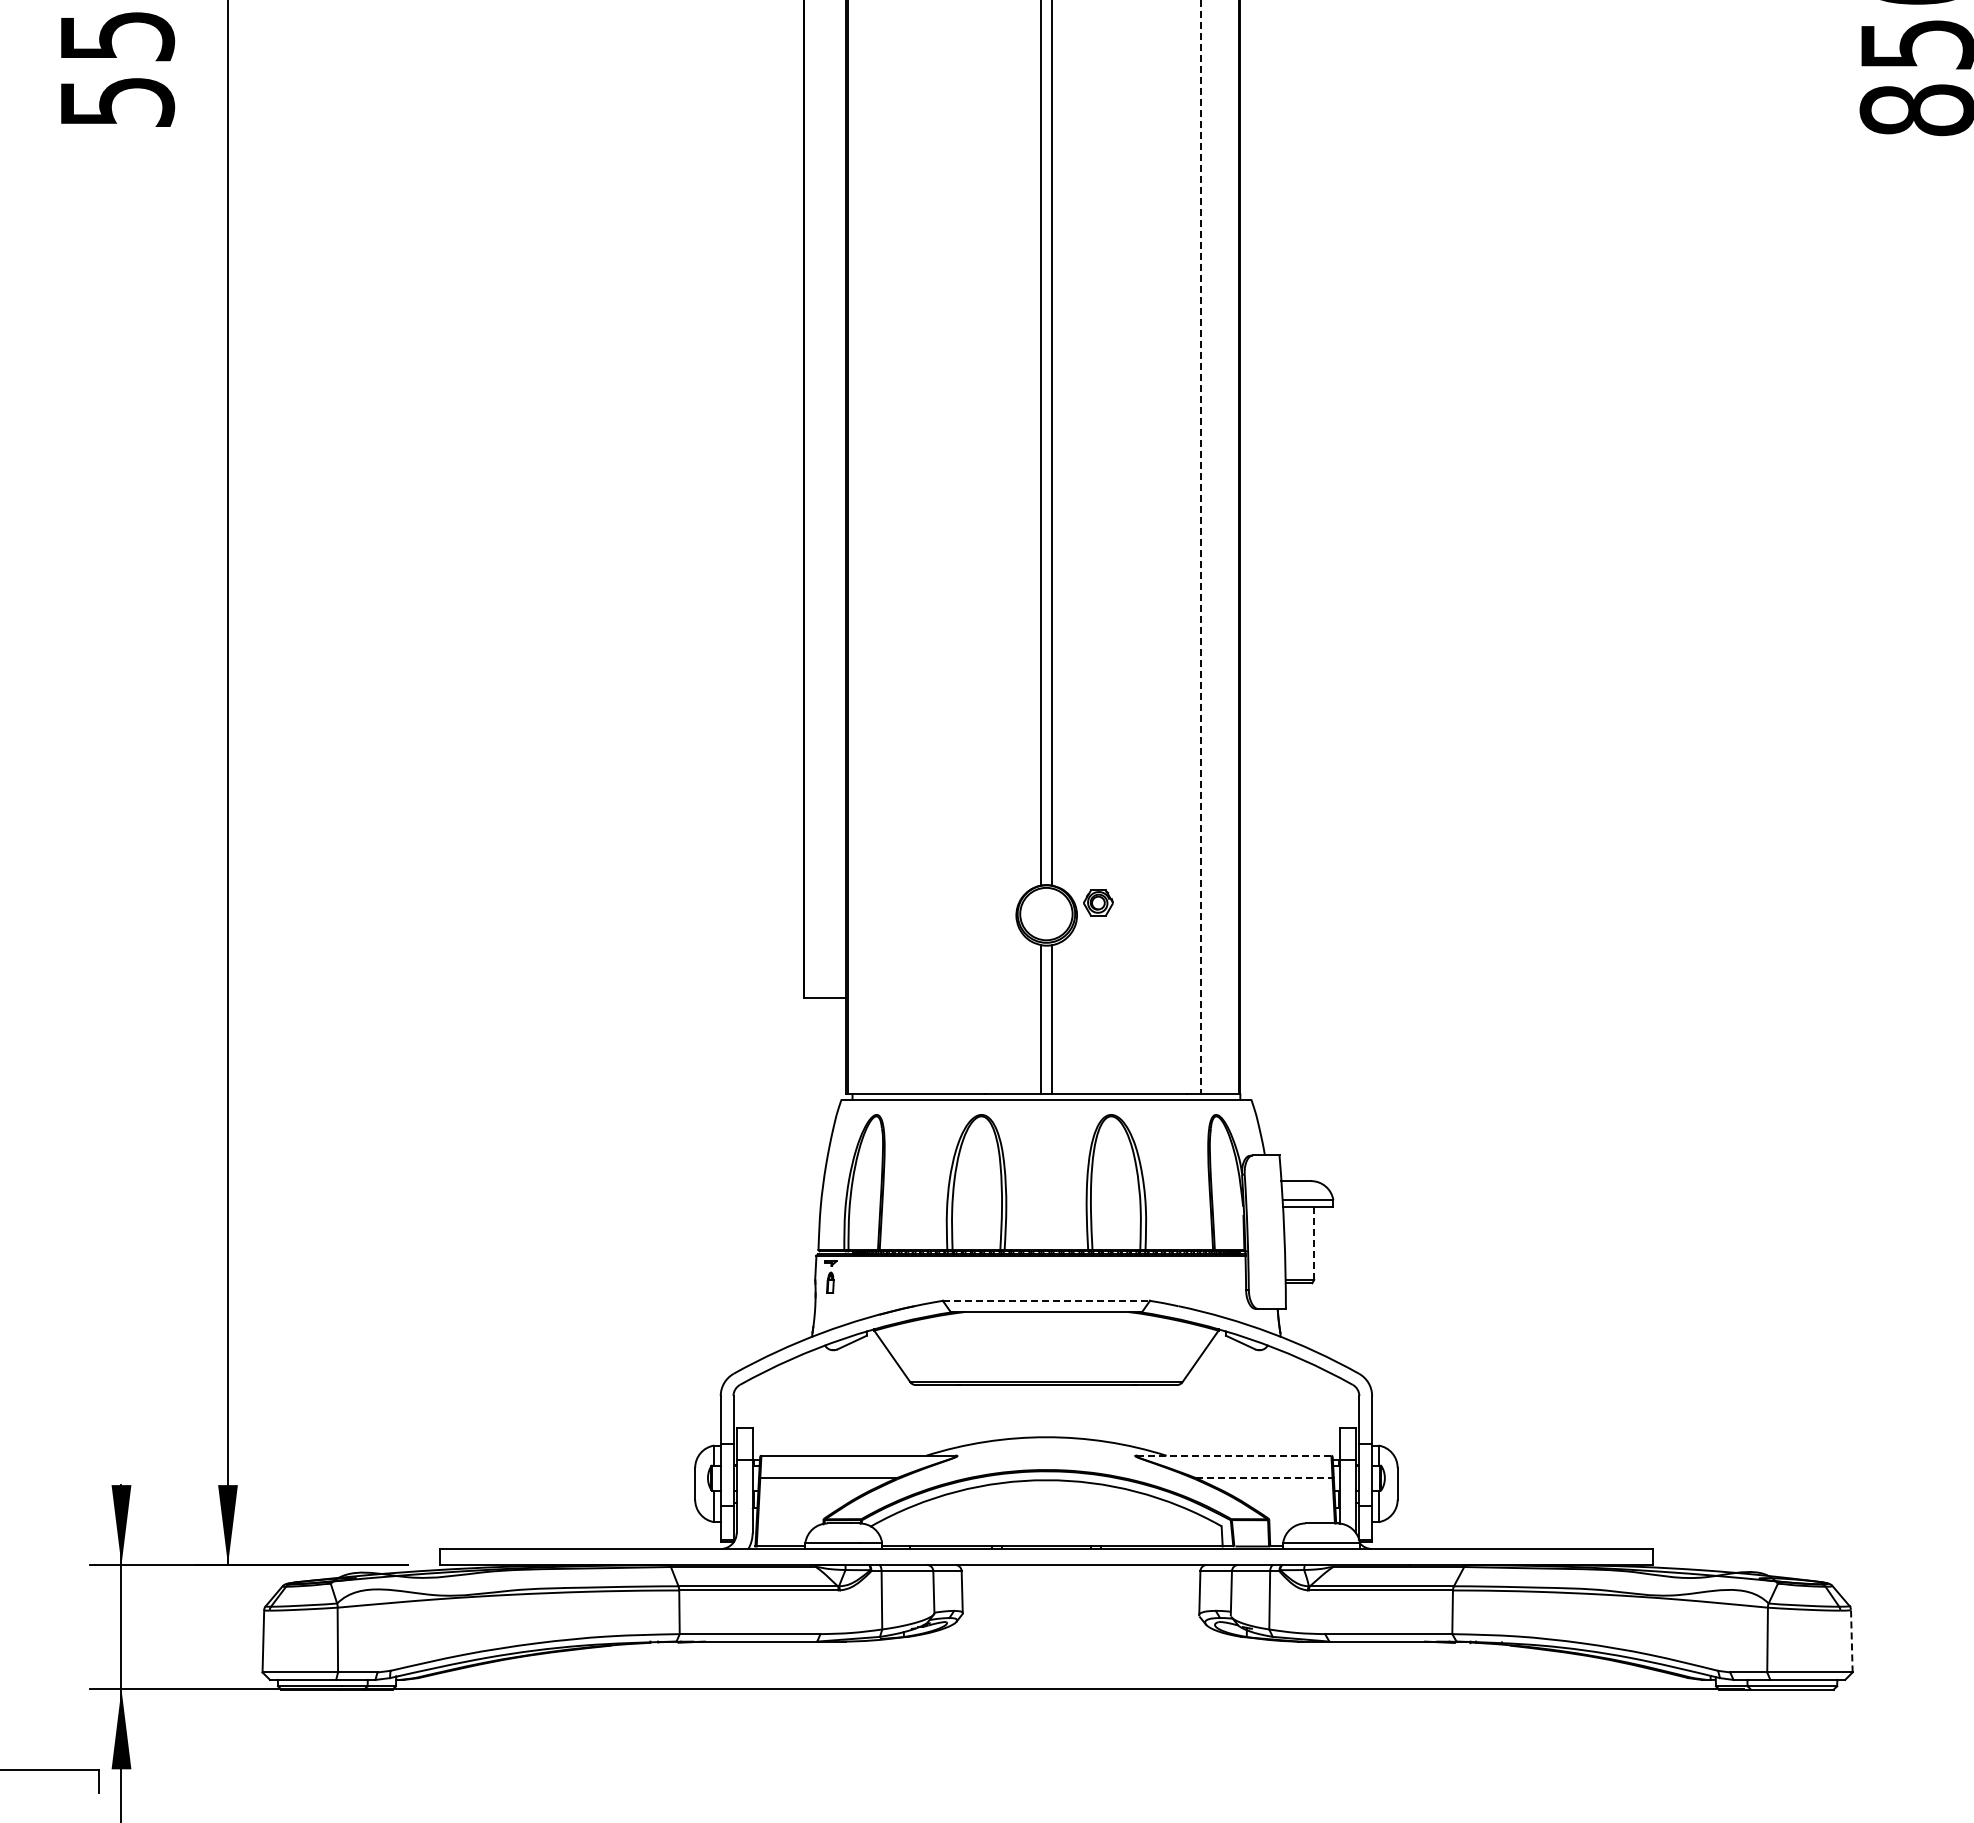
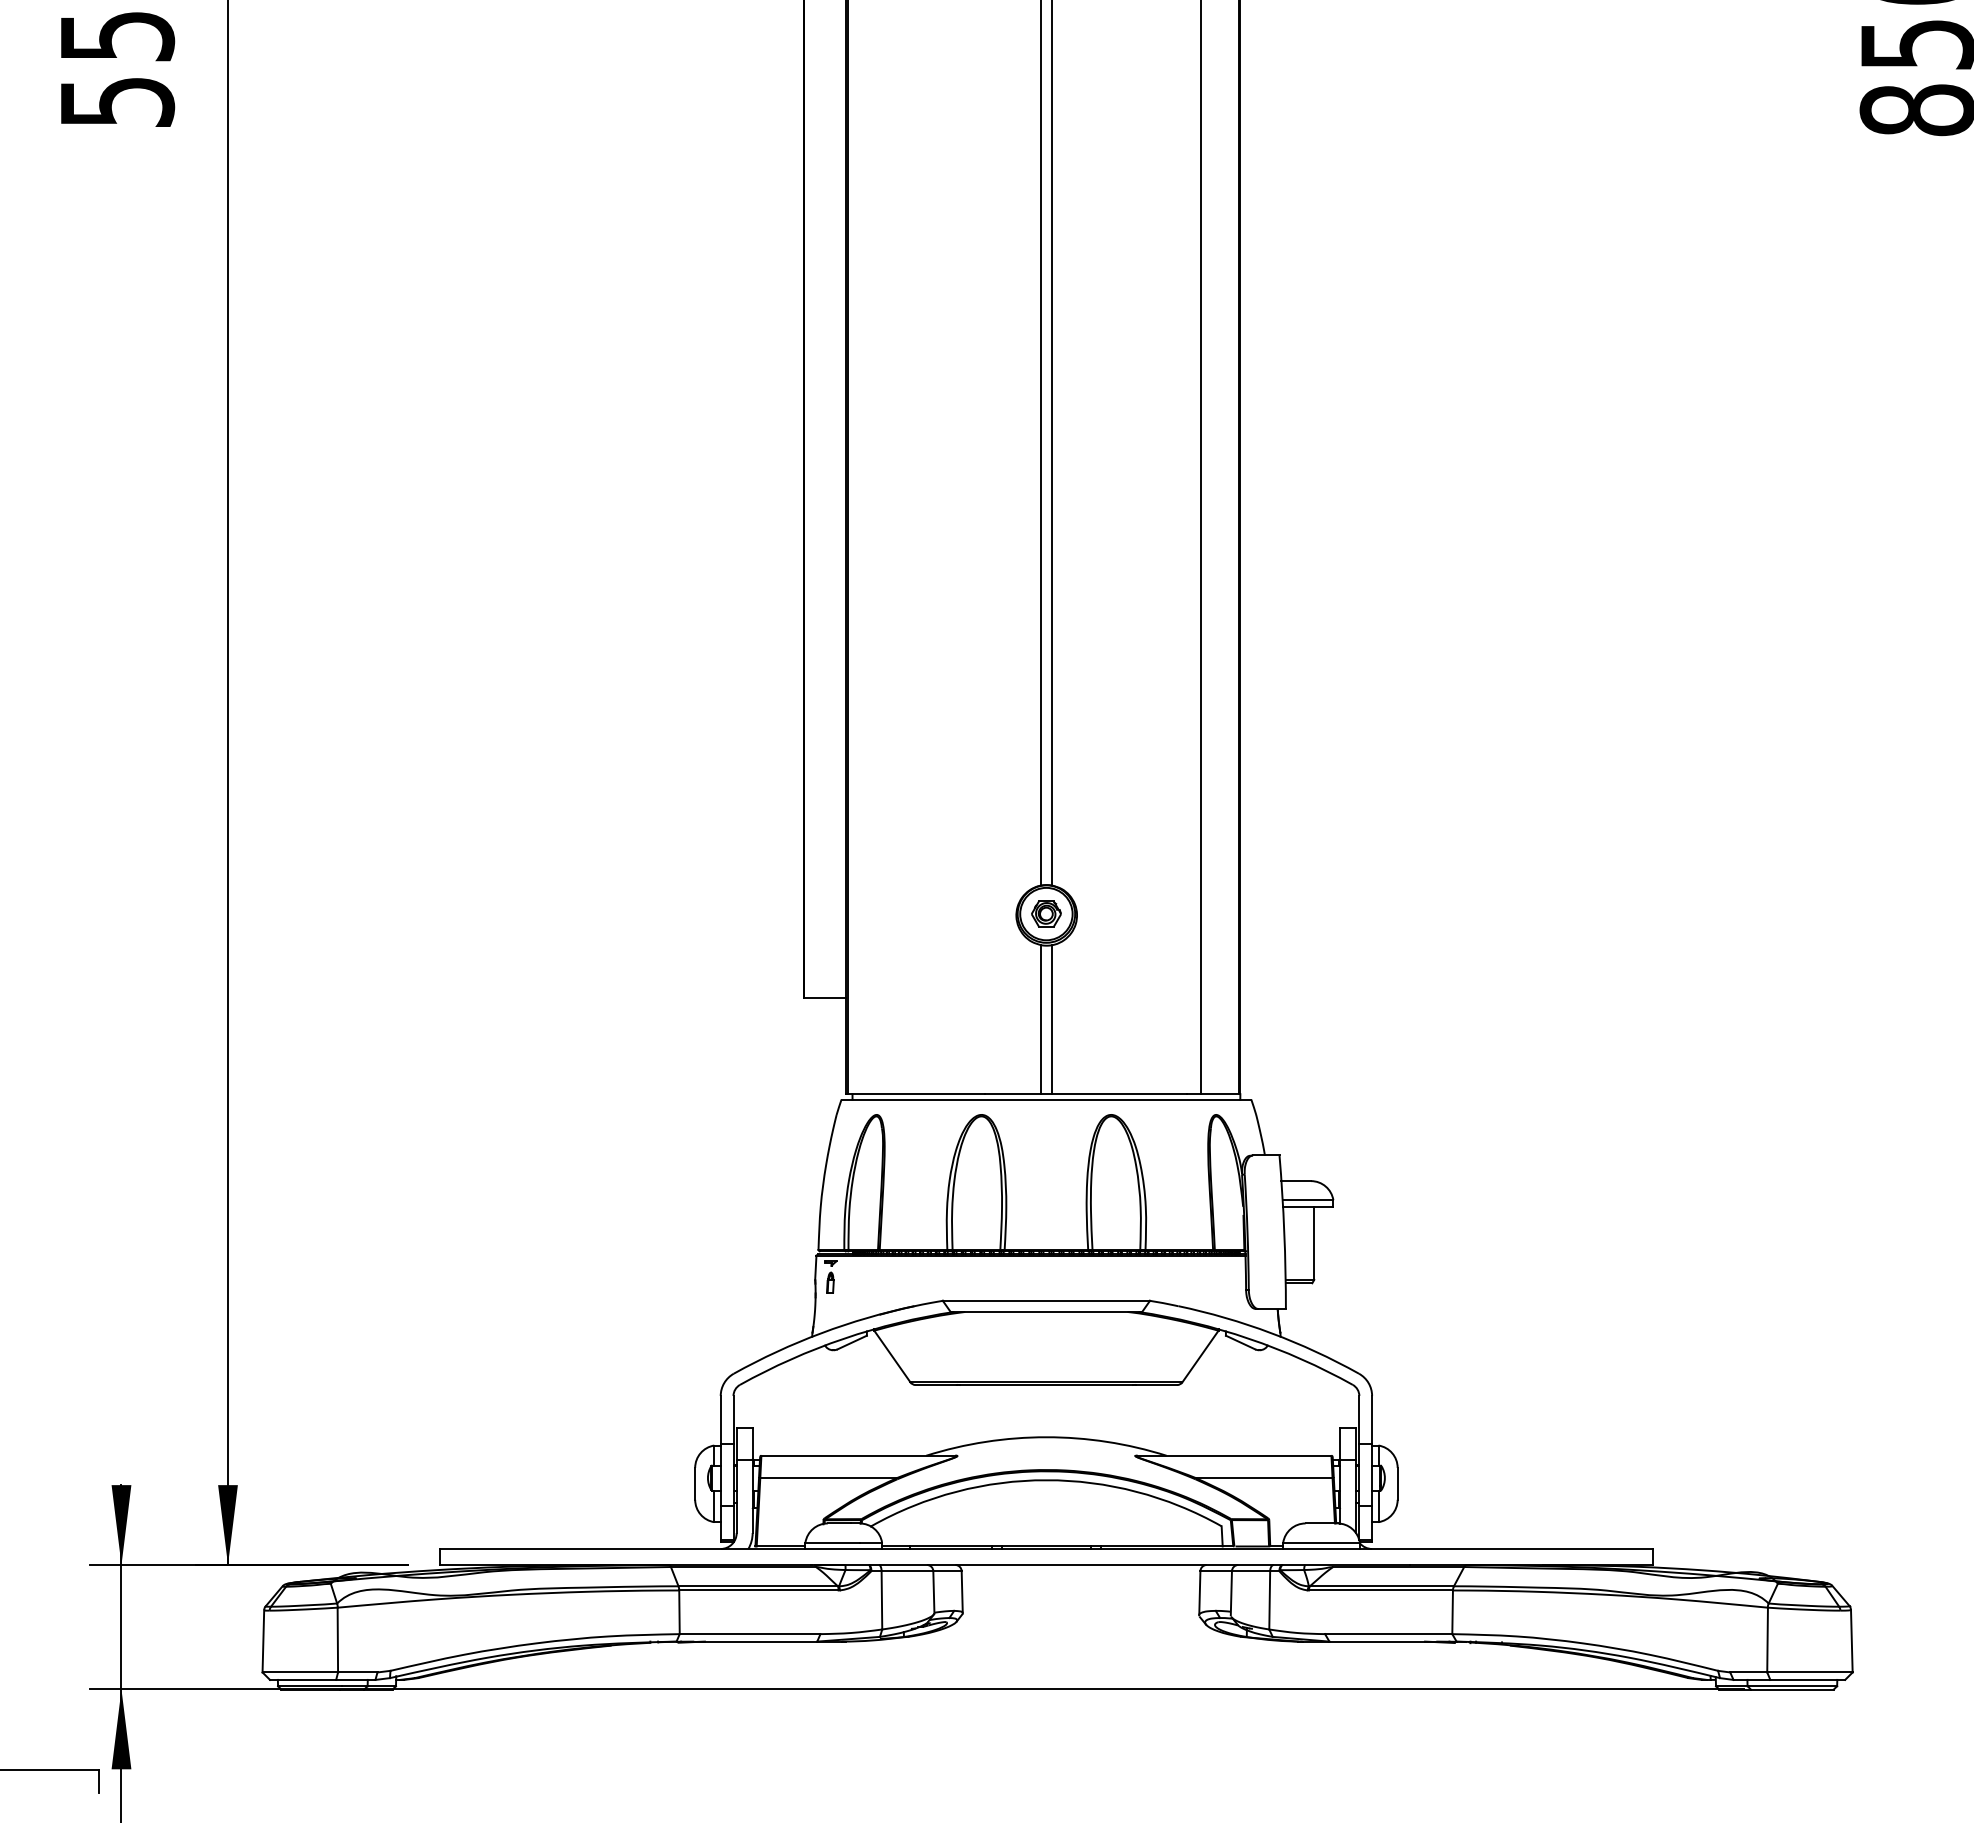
line at (1201, 547): dashed -> solid
part at (1098, 902) position: (1098, 902) -> (1046, 913)
line at (1314, 1243): dashed -> solid
line at (1046, 1300): dashed -> solid
line at (1233, 1455): dashed -> solid
line at (1264, 1478): dashed -> solid
line at (1851, 1640): dashed -> solid
